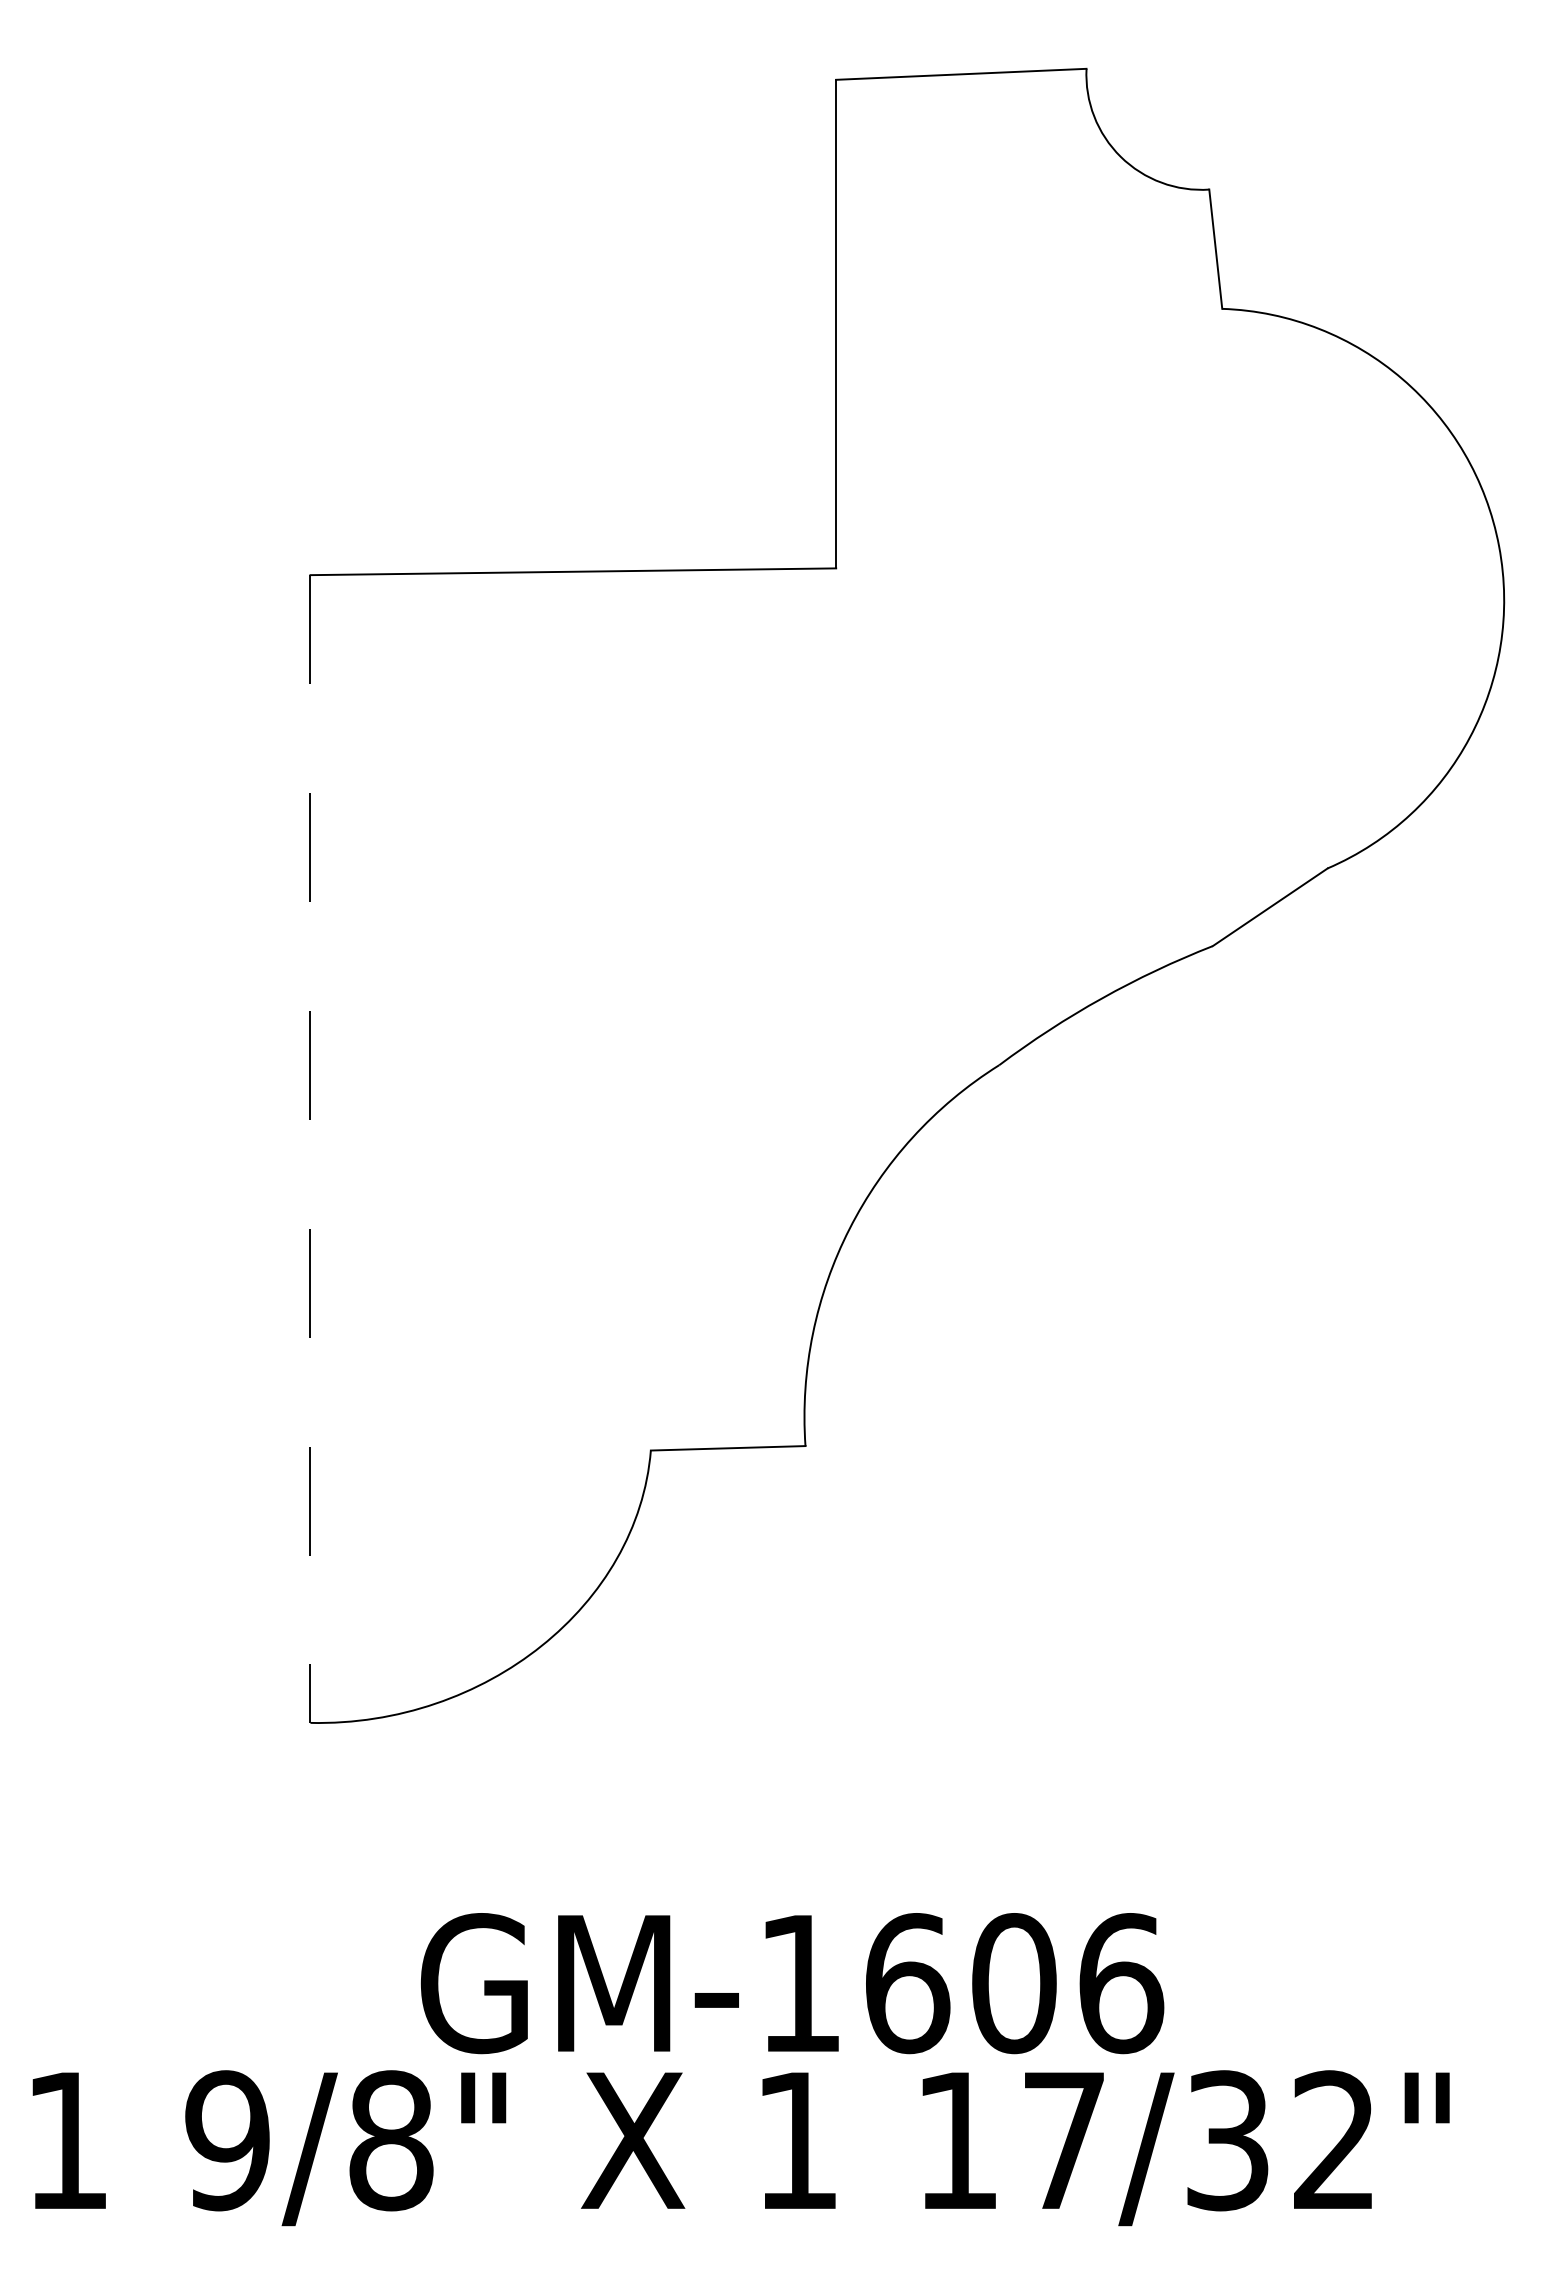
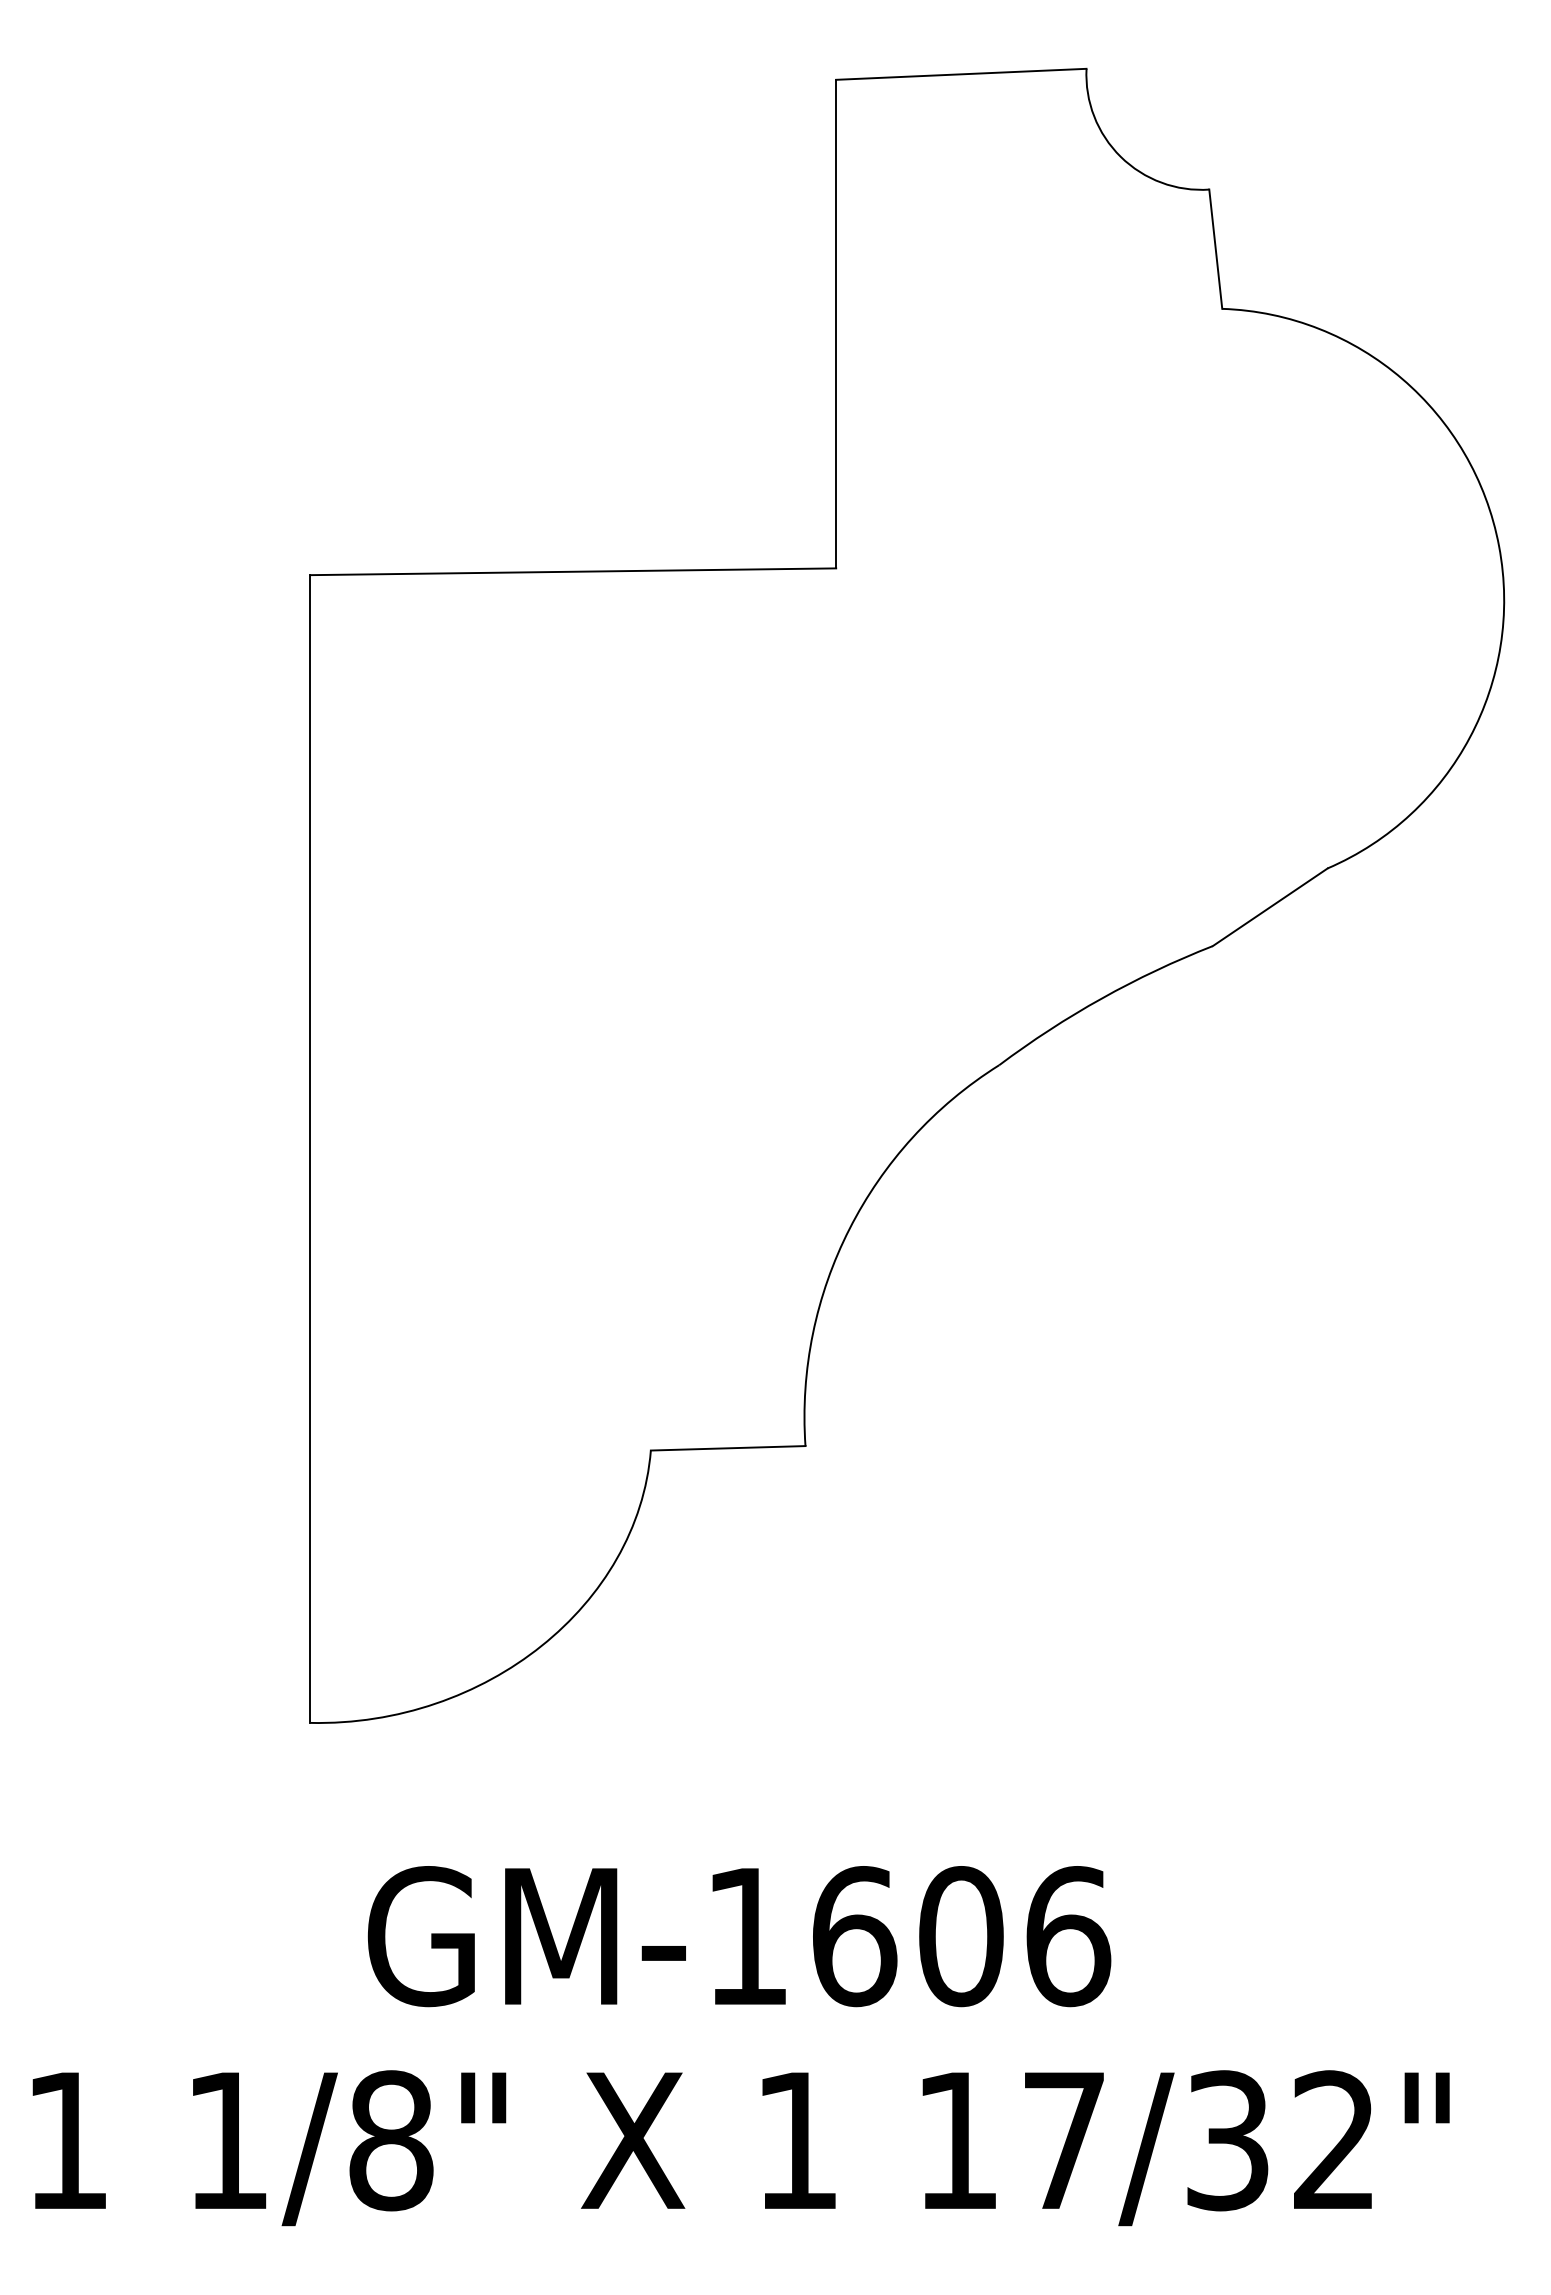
line at (310, 1149): dashed -> solid
text at (792, 1983) position: (792, 1983) -> (739, 1936)
text at (227, 2140): 9/8" -> 1/8"
